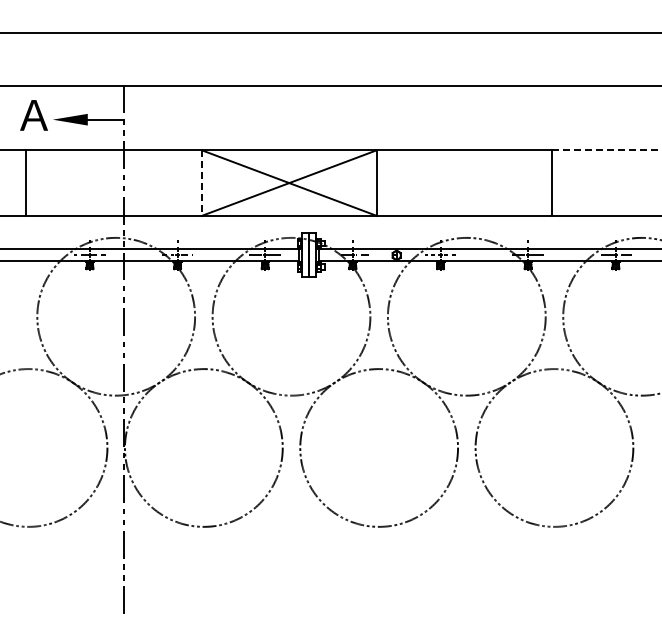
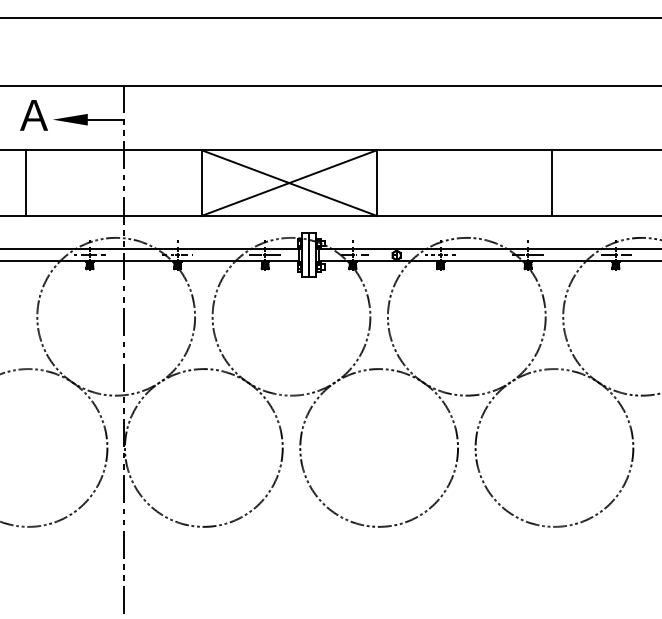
line at (330, 33) position: (330, 33) -> (330, 18)
line at (607, 150): dashed -> solid
line at (201, 183): dashed -> solid
